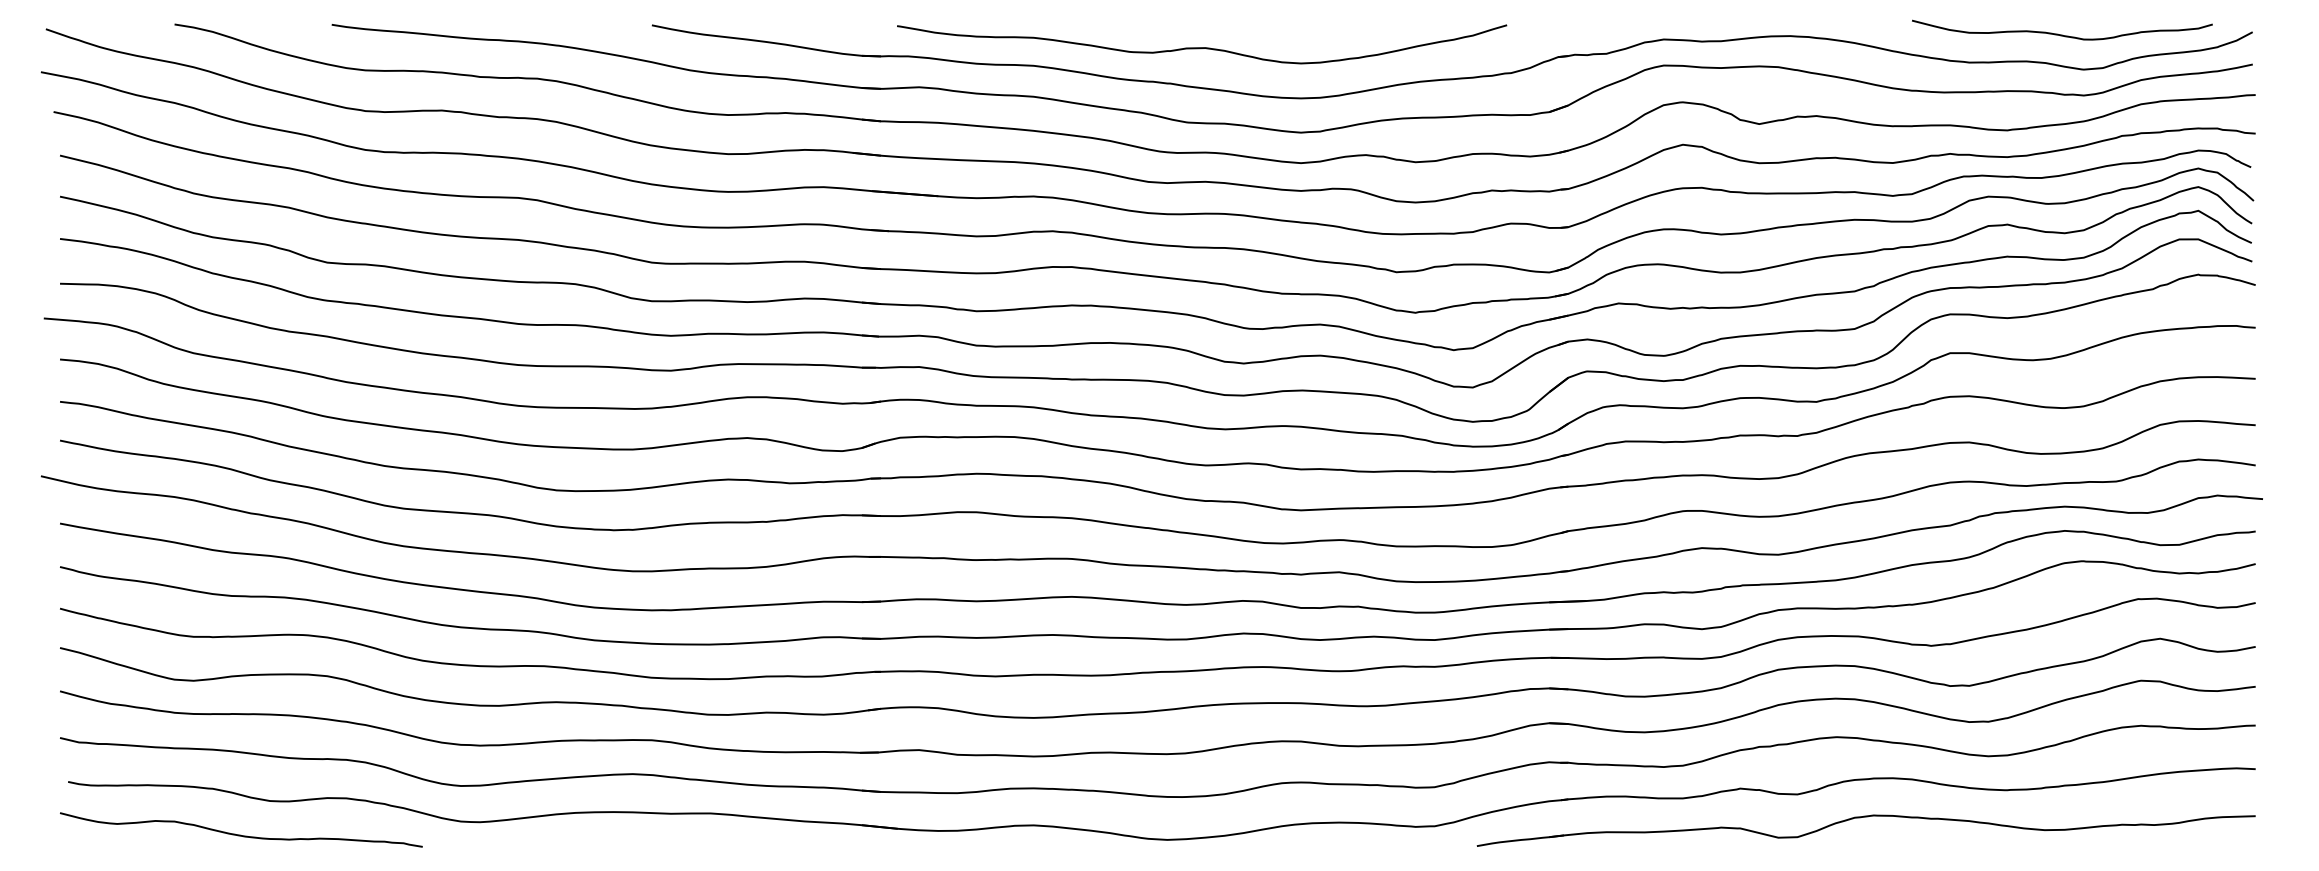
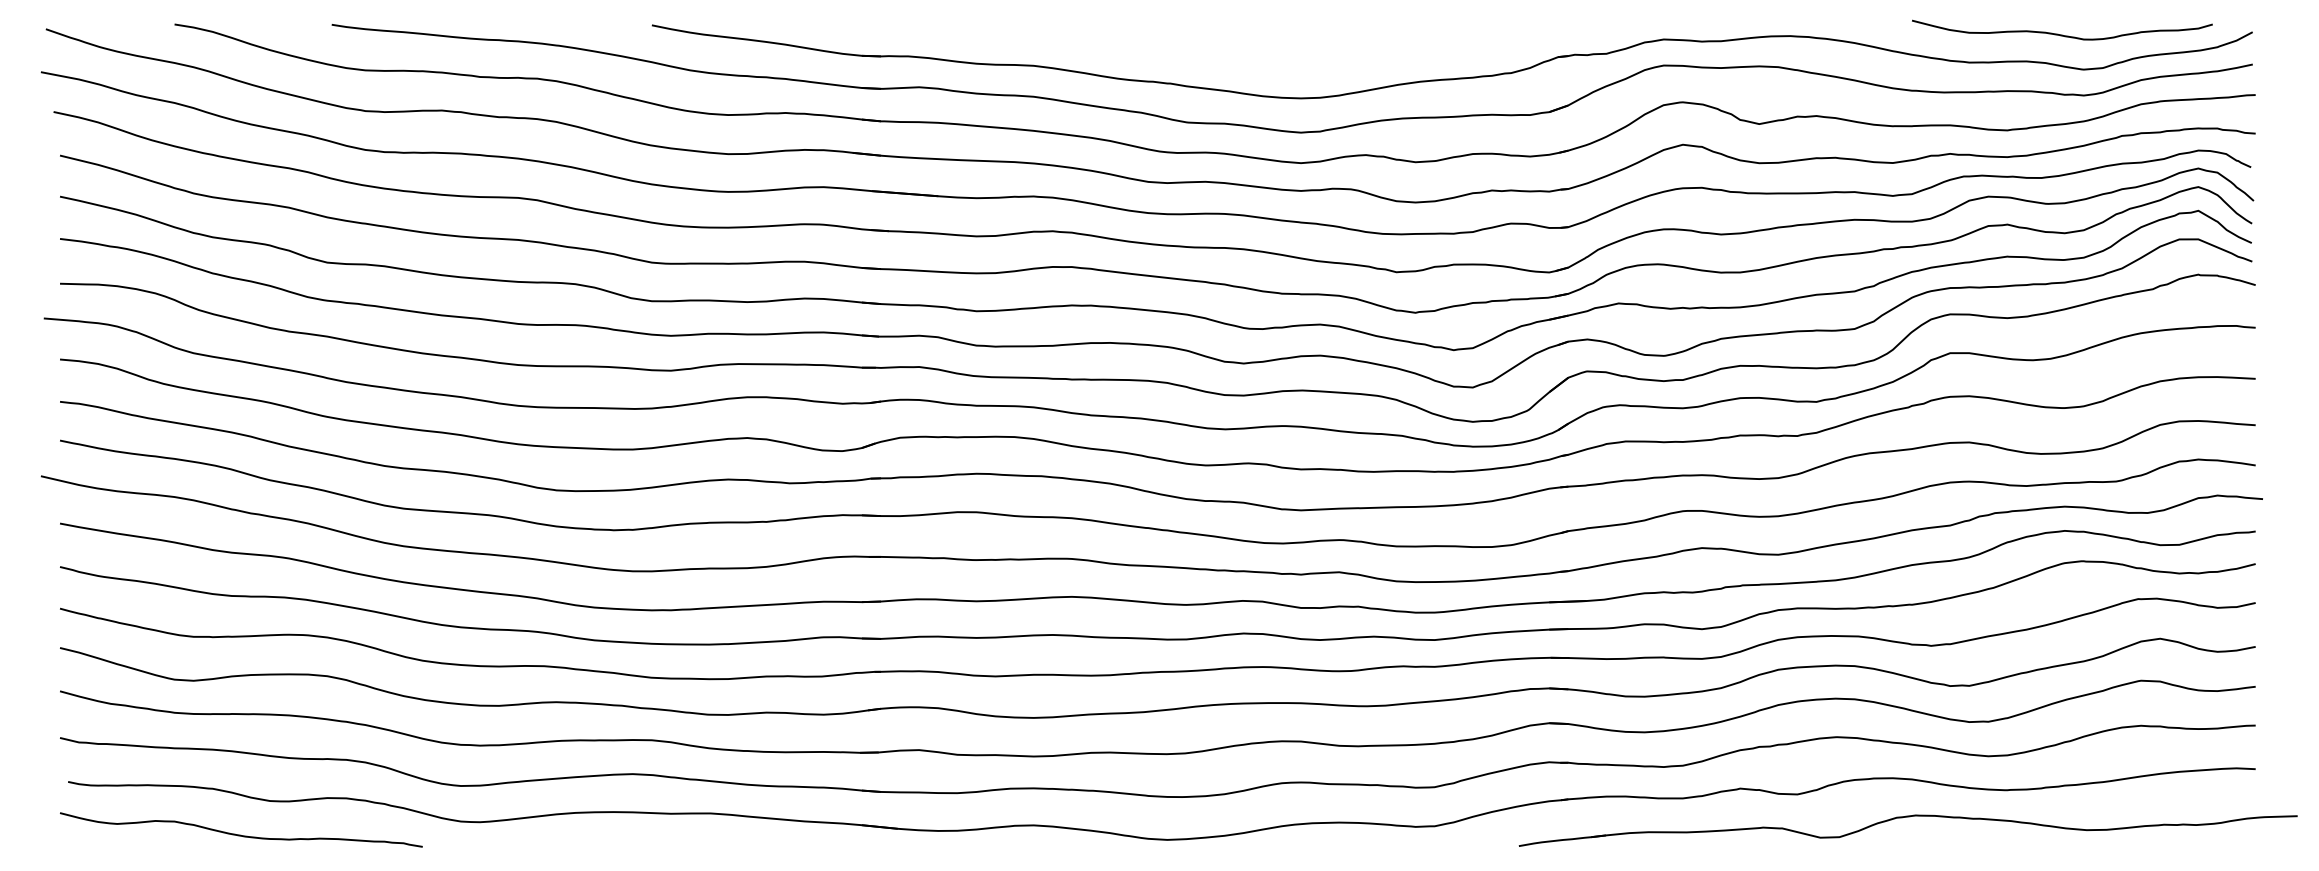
curve at (1202, 47): present -> none
part at (1865, 817) position: (1865, 817) -> (1907, 817)
